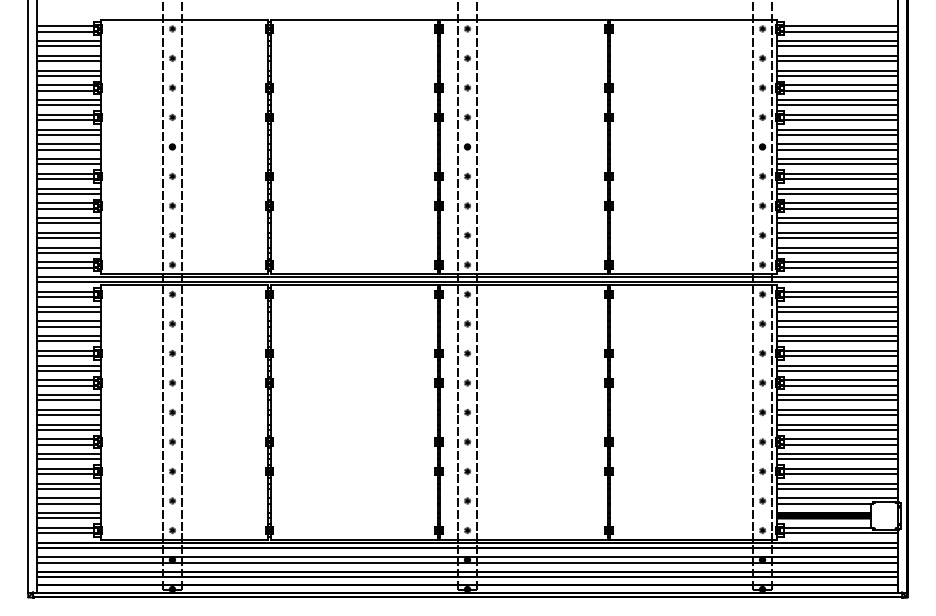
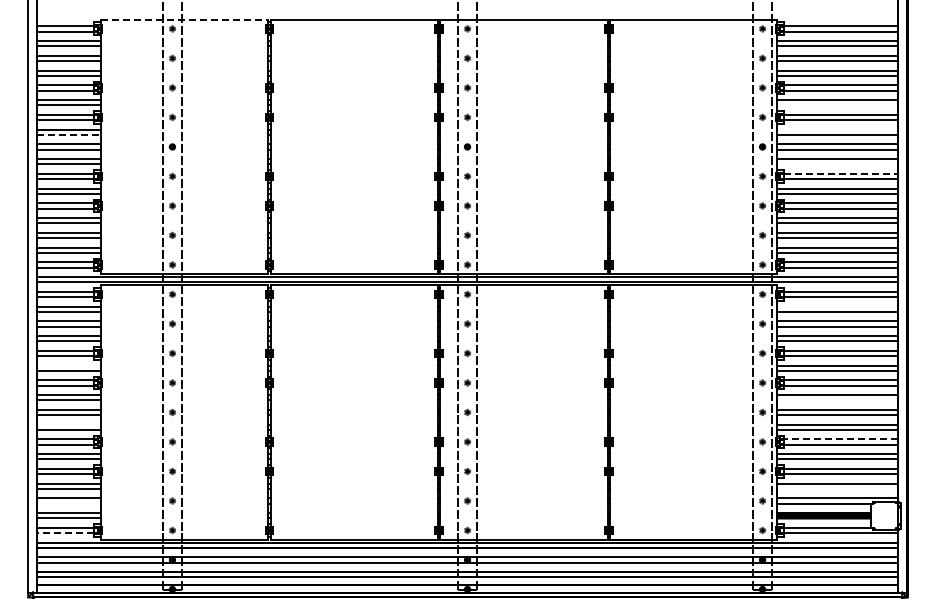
line at (184, 19): solid -> dashed
line at (837, 105): present -> none
line at (837, 129): present -> none
line at (68, 134): solid -> dashed
line at (837, 164): present -> none
line at (841, 173): solid -> dashed
line at (837, 306): present -> none
line at (68, 365): present -> none
line at (837, 400): present -> none
line at (68, 424): present -> none
line at (840, 439): solid -> dashed
line at (837, 488): present -> none
line at (68, 503): present -> none
line at (65, 533): solid -> dashed
